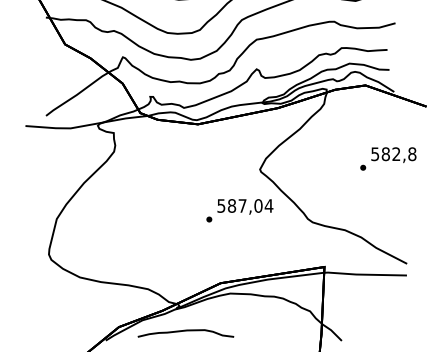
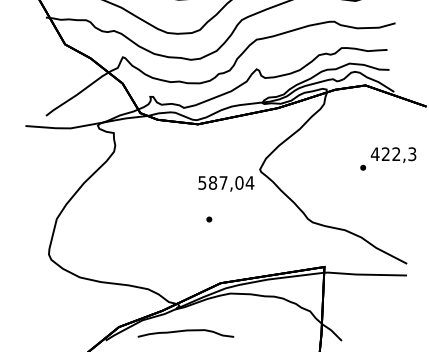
text at (393, 154): 582,8 -> 422,3
text at (245, 206) position: (245, 206) -> (226, 183)
